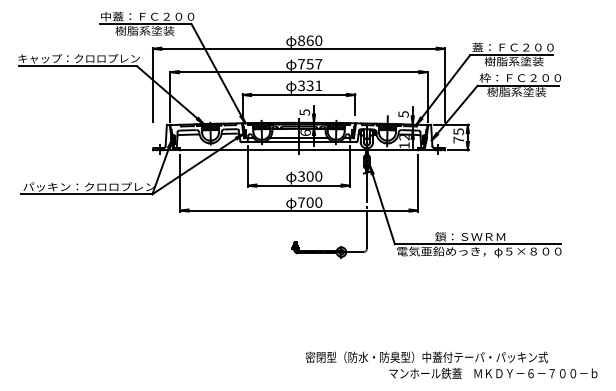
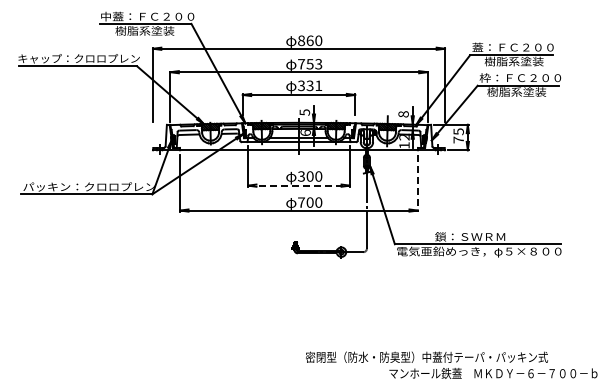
text at (318, 64): 757 -> 753
text at (403, 114): 5 -> 8
line at (417, 183): solid -> dashed
line at (299, 185): solid -> dashed
